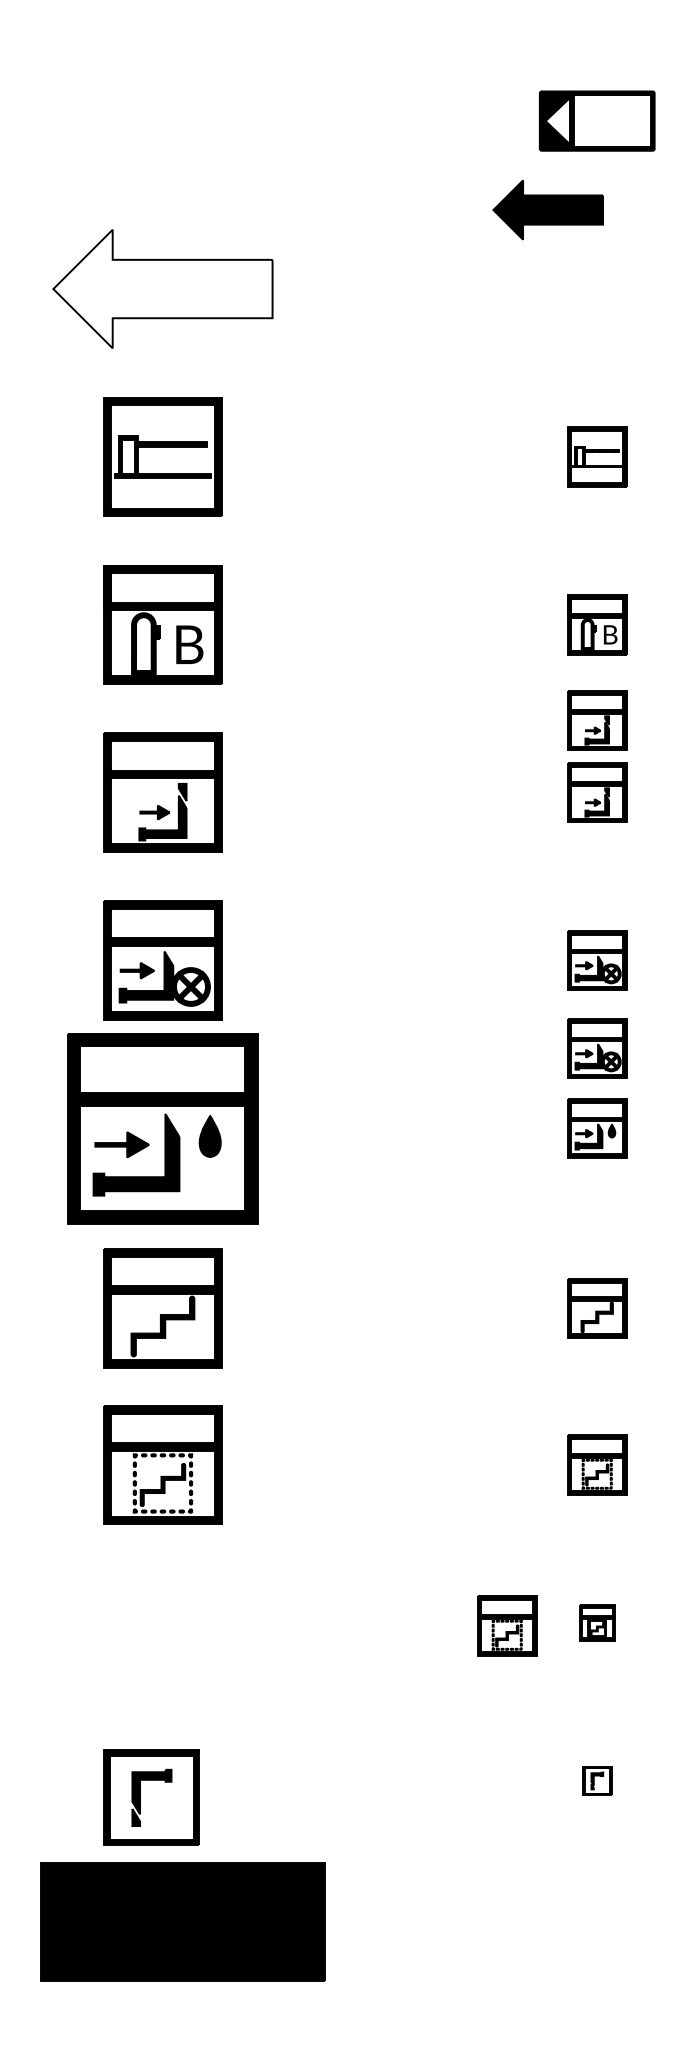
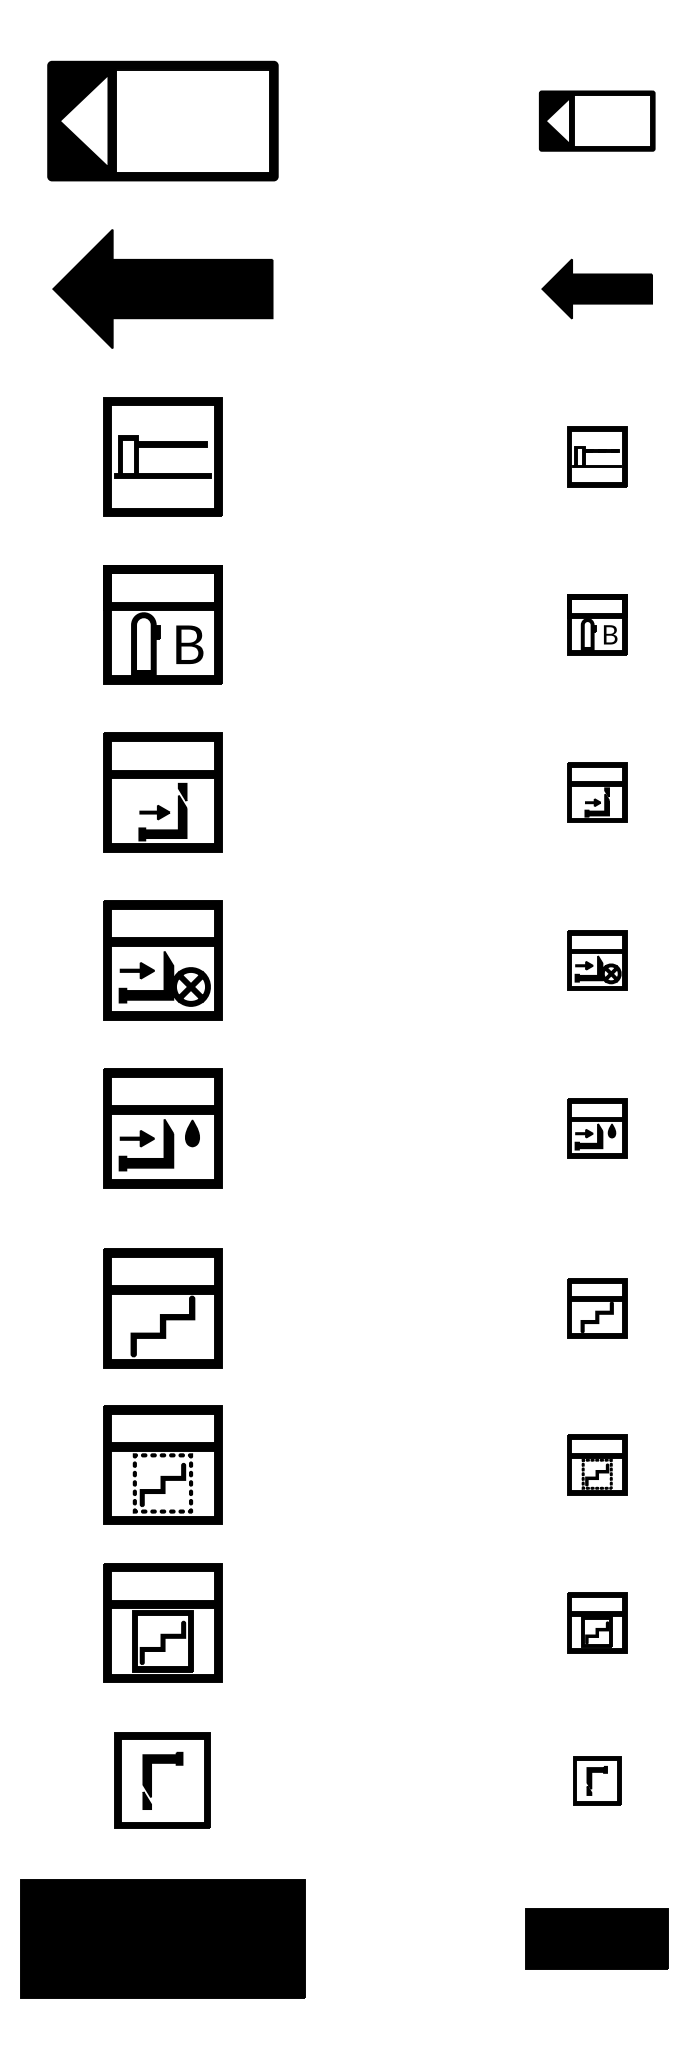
part at (162, 120): none -> present
part at (547, 209) position: (547, 209) -> (596, 288)
fill at (162, 288): none -> present
part at (597, 720): present -> none
part at (597, 1048): present -> none
part at (162, 1128) size: 192x192 px -> 120x121 px
part at (162, 1622): none -> present
part at (597, 1622) size: 37x38 px -> 61x62 px
part at (507, 1625): present -> none
part at (597, 1780) size: 31x30 px -> 49x50 px
part at (151, 1797) position: (151, 1797) -> (162, 1780)
part at (182, 1921) position: (182, 1921) -> (162, 1938)
part at (596, 1938): none -> present
